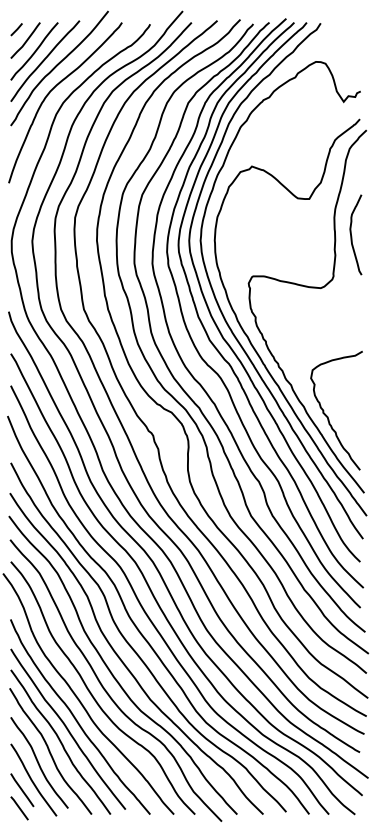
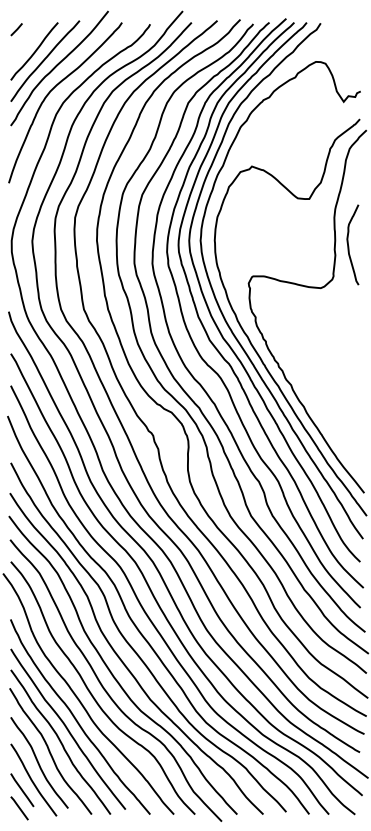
curve at (25, 40): present -> none
curve at (352, 236) position: (352, 236) -> (349, 246)
curve at (328, 416): present -> none
